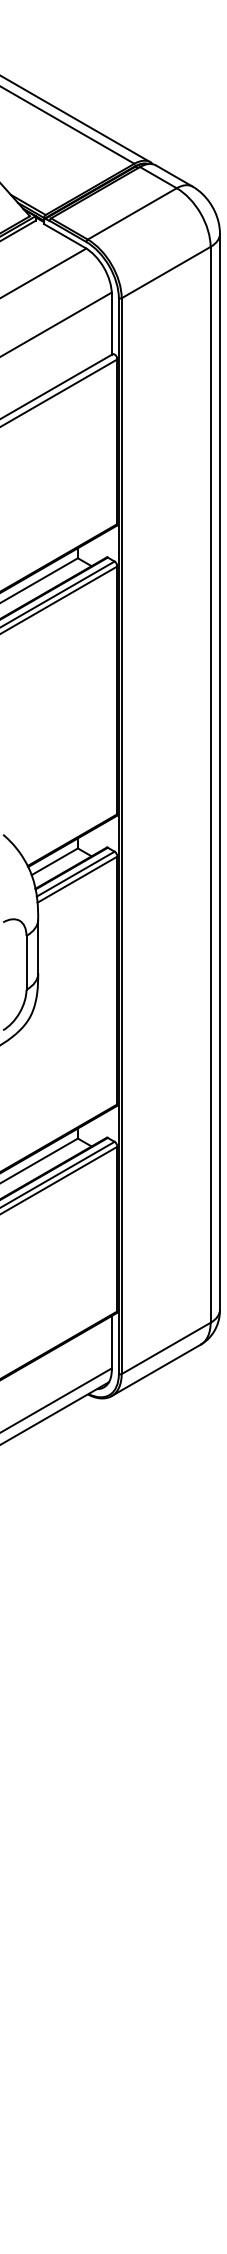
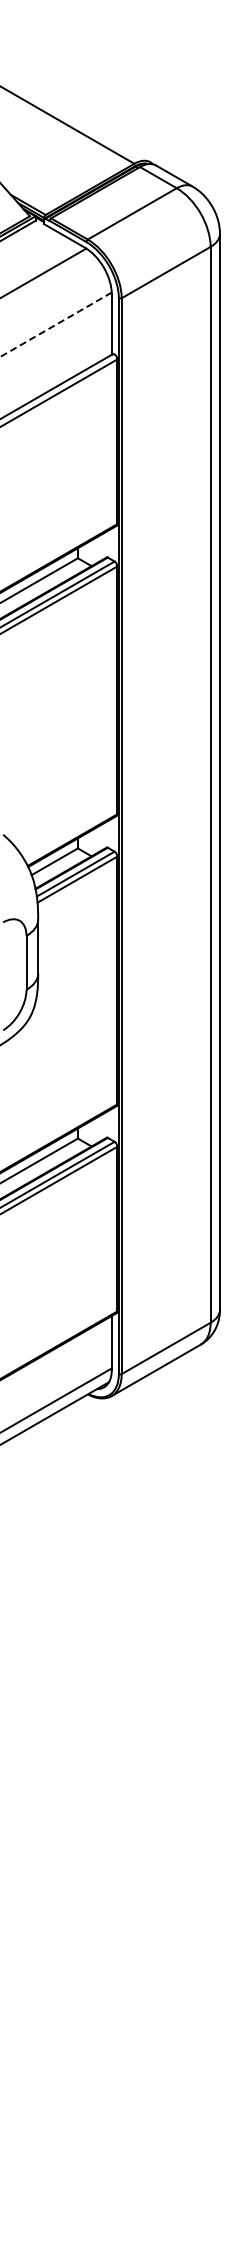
line at (76, 119): present -> none
line at (55, 325): solid -> dashed
